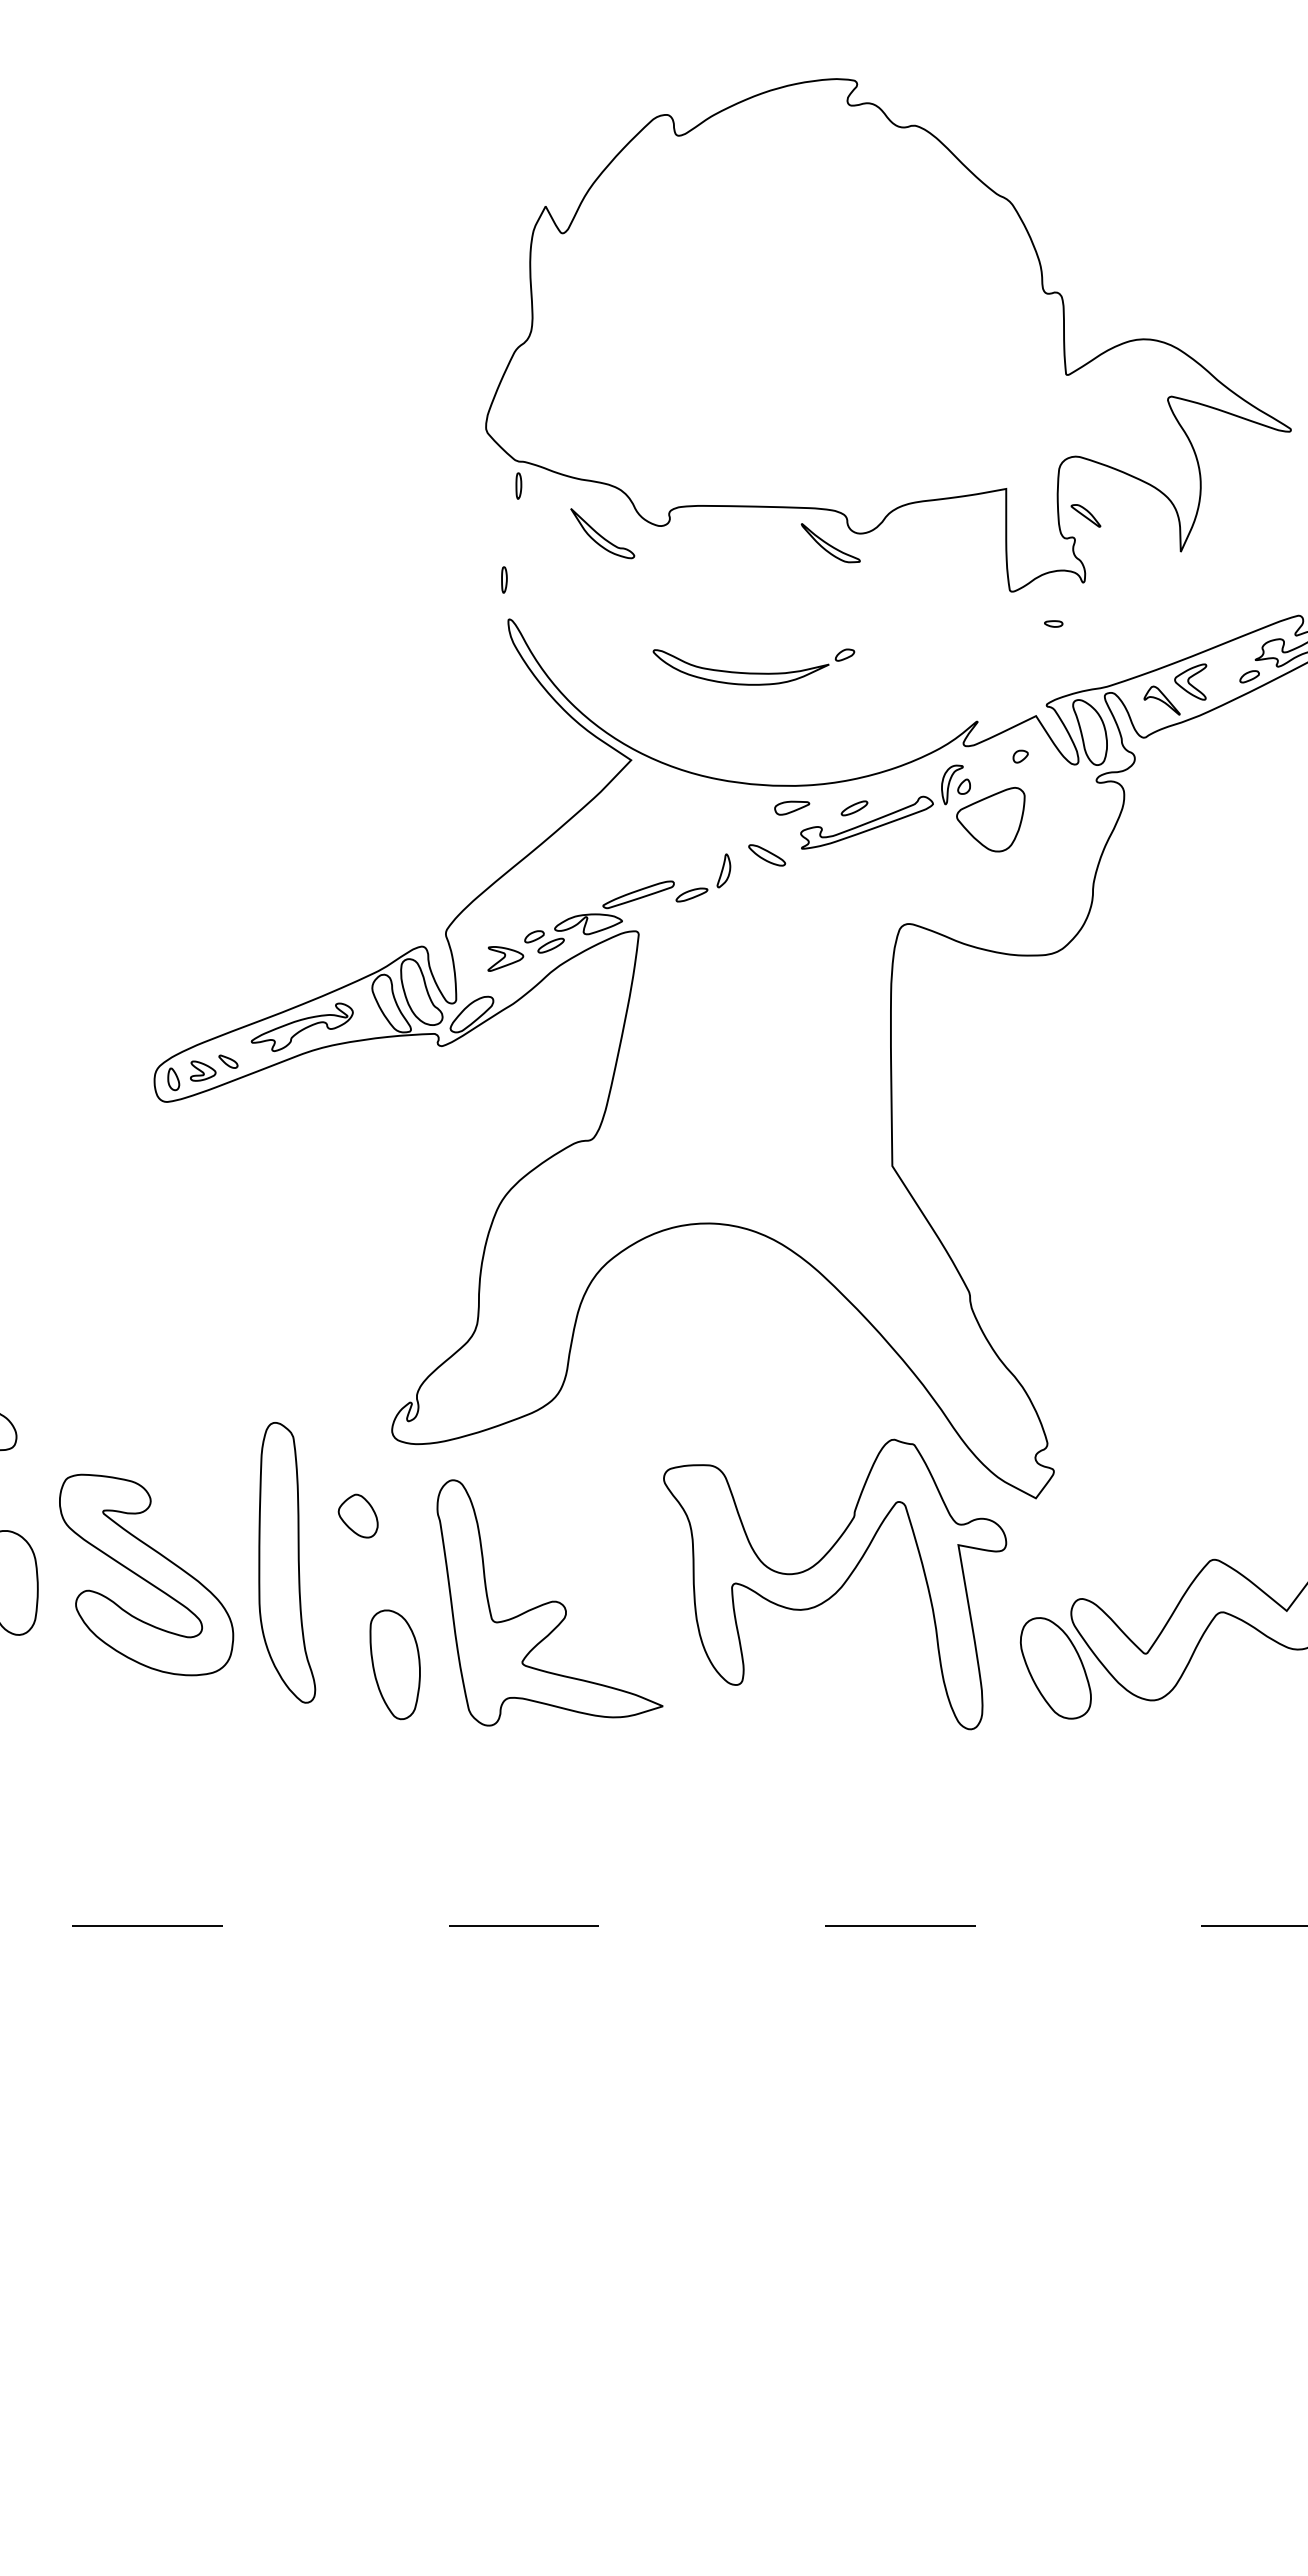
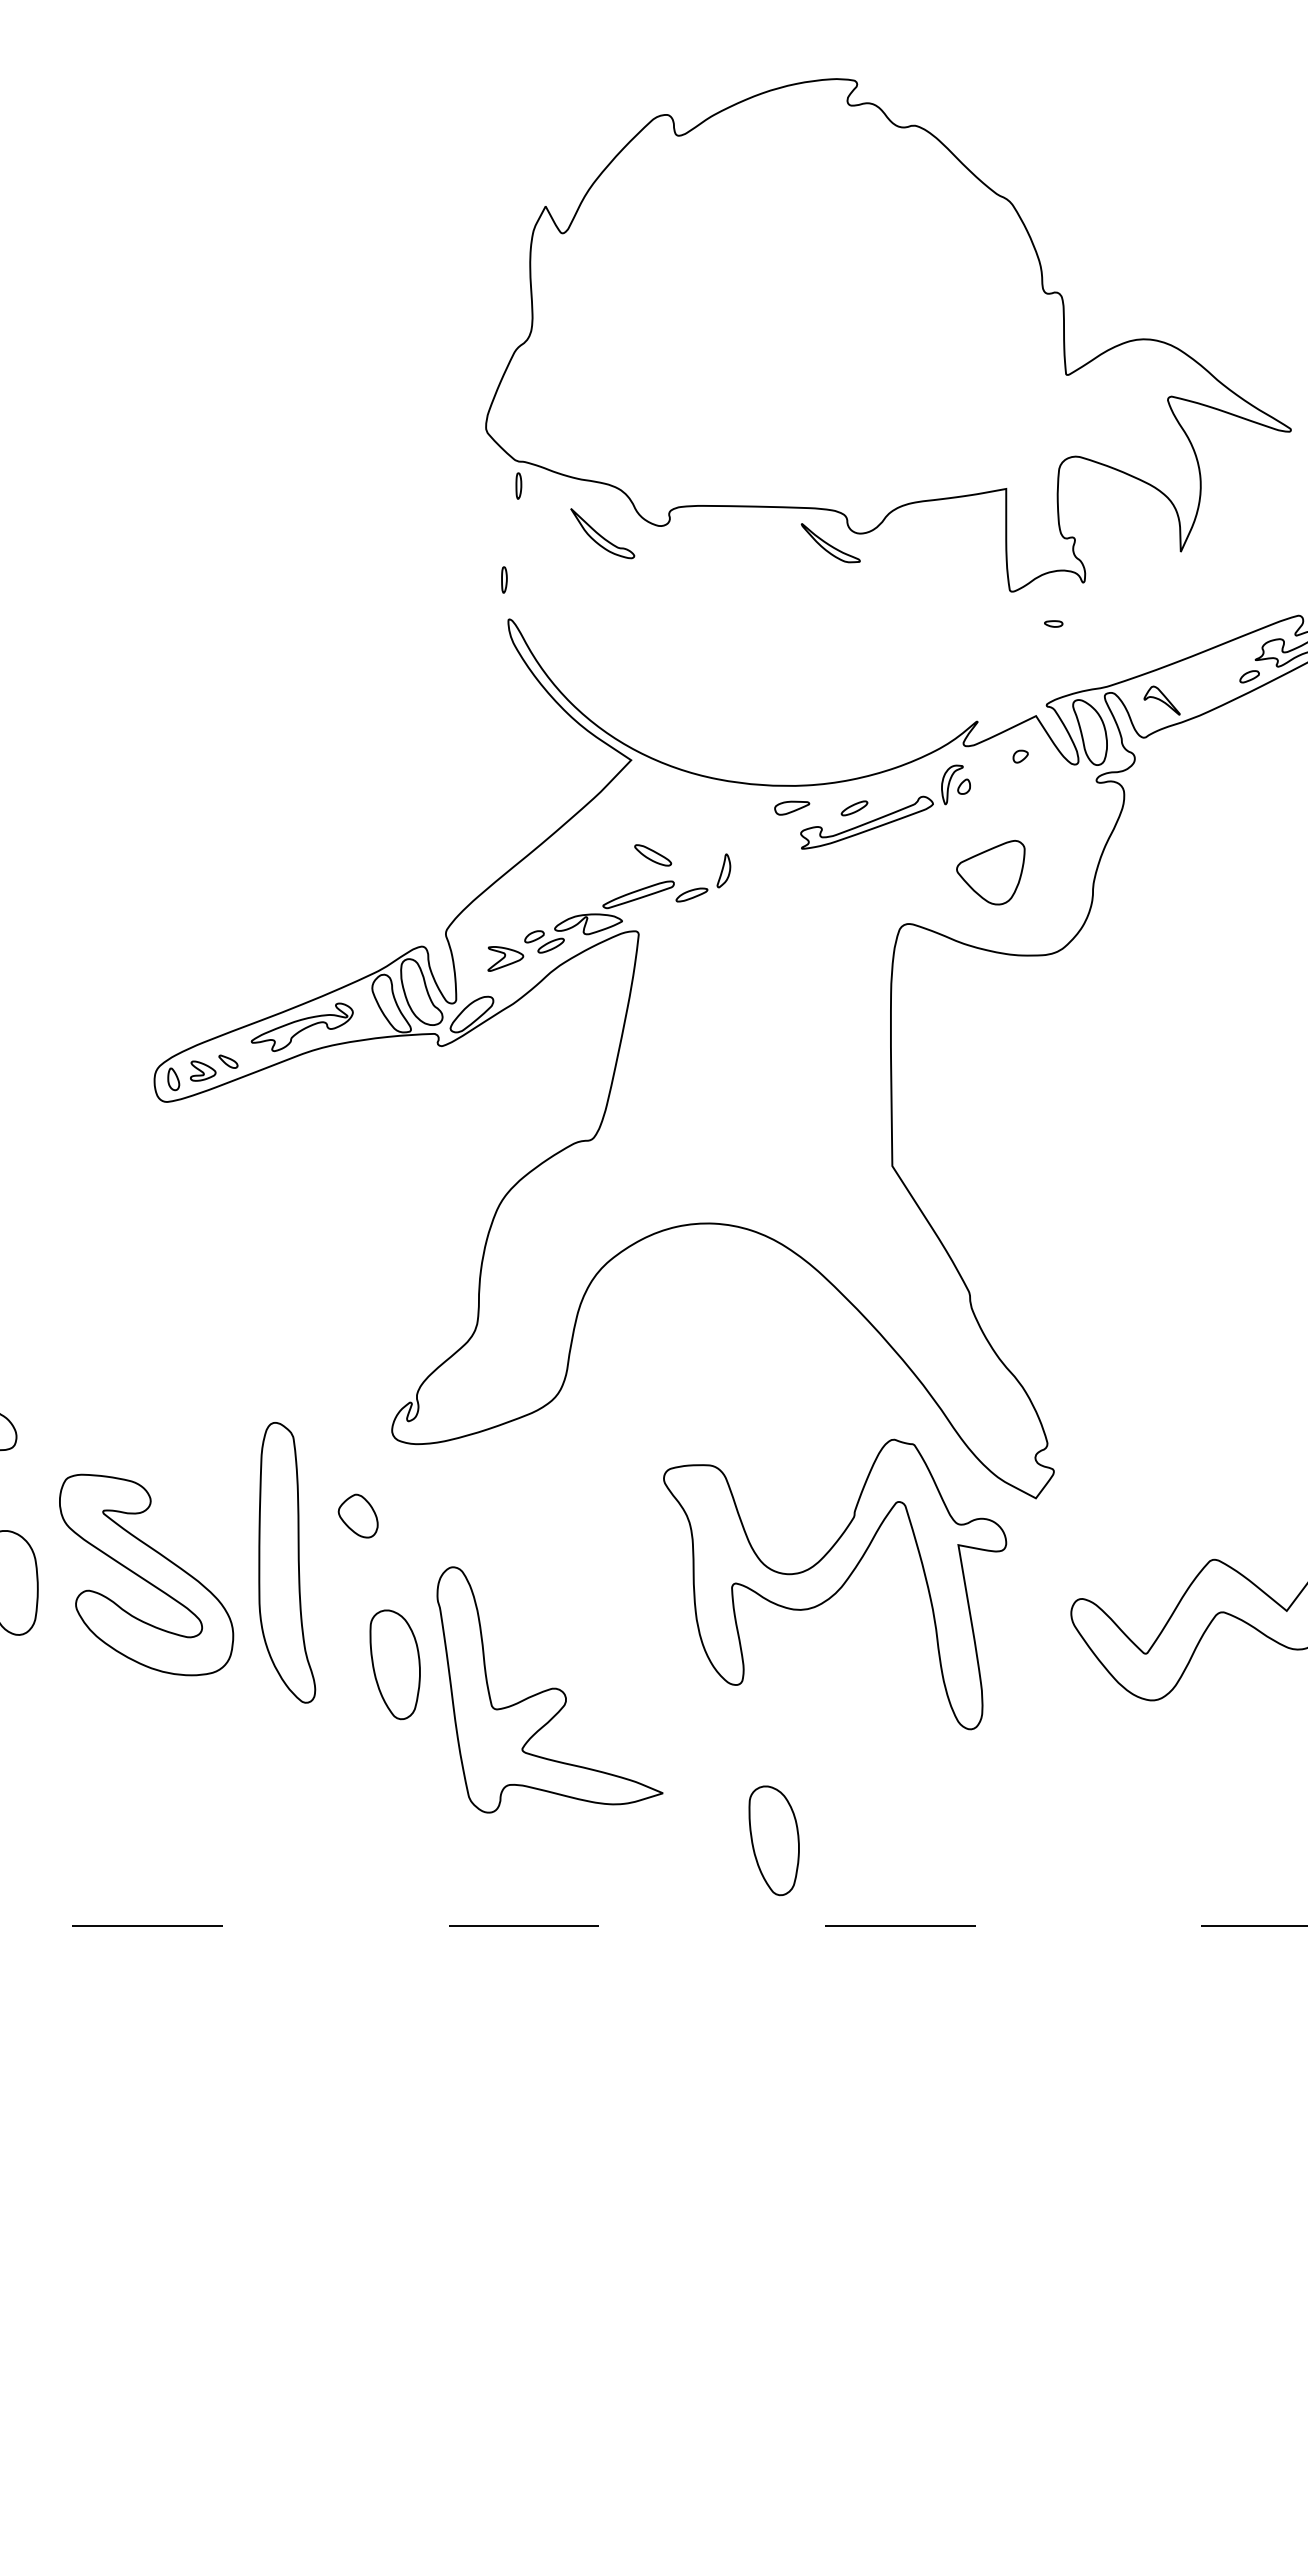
part at (1085, 515): present -> none
part at (753, 666): present -> none
part at (1190, 681): present -> none
part at (990, 819) position: (990, 819) -> (990, 872)
part at (767, 855) position: (767, 855) -> (653, 855)
part at (549, 1602) position: (549, 1602) -> (549, 1689)
part at (1055, 1668): present -> none
part at (773, 1840): none -> present
